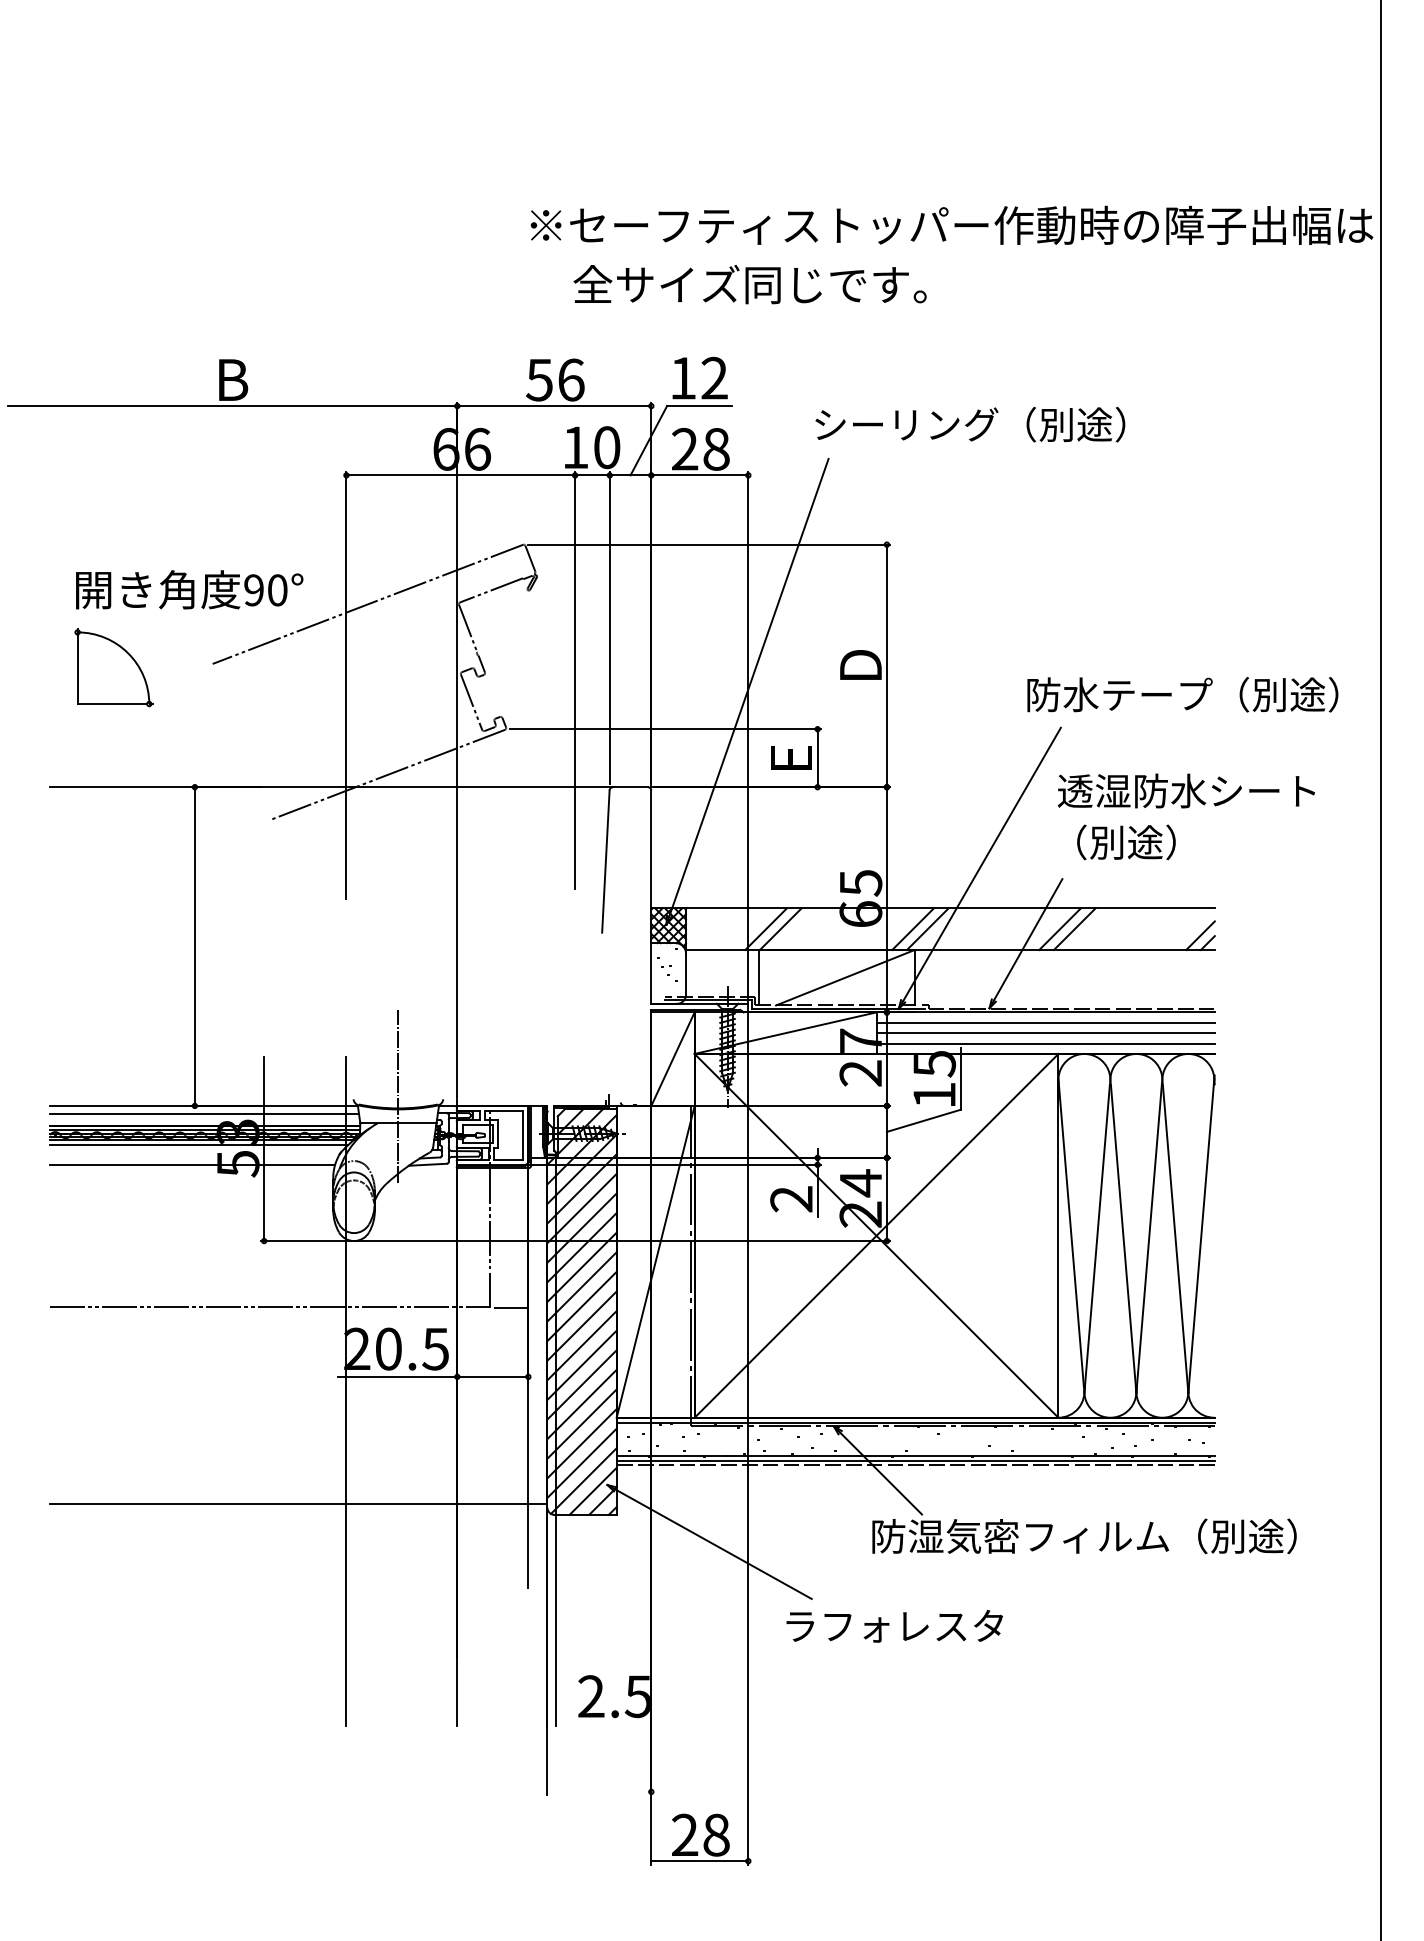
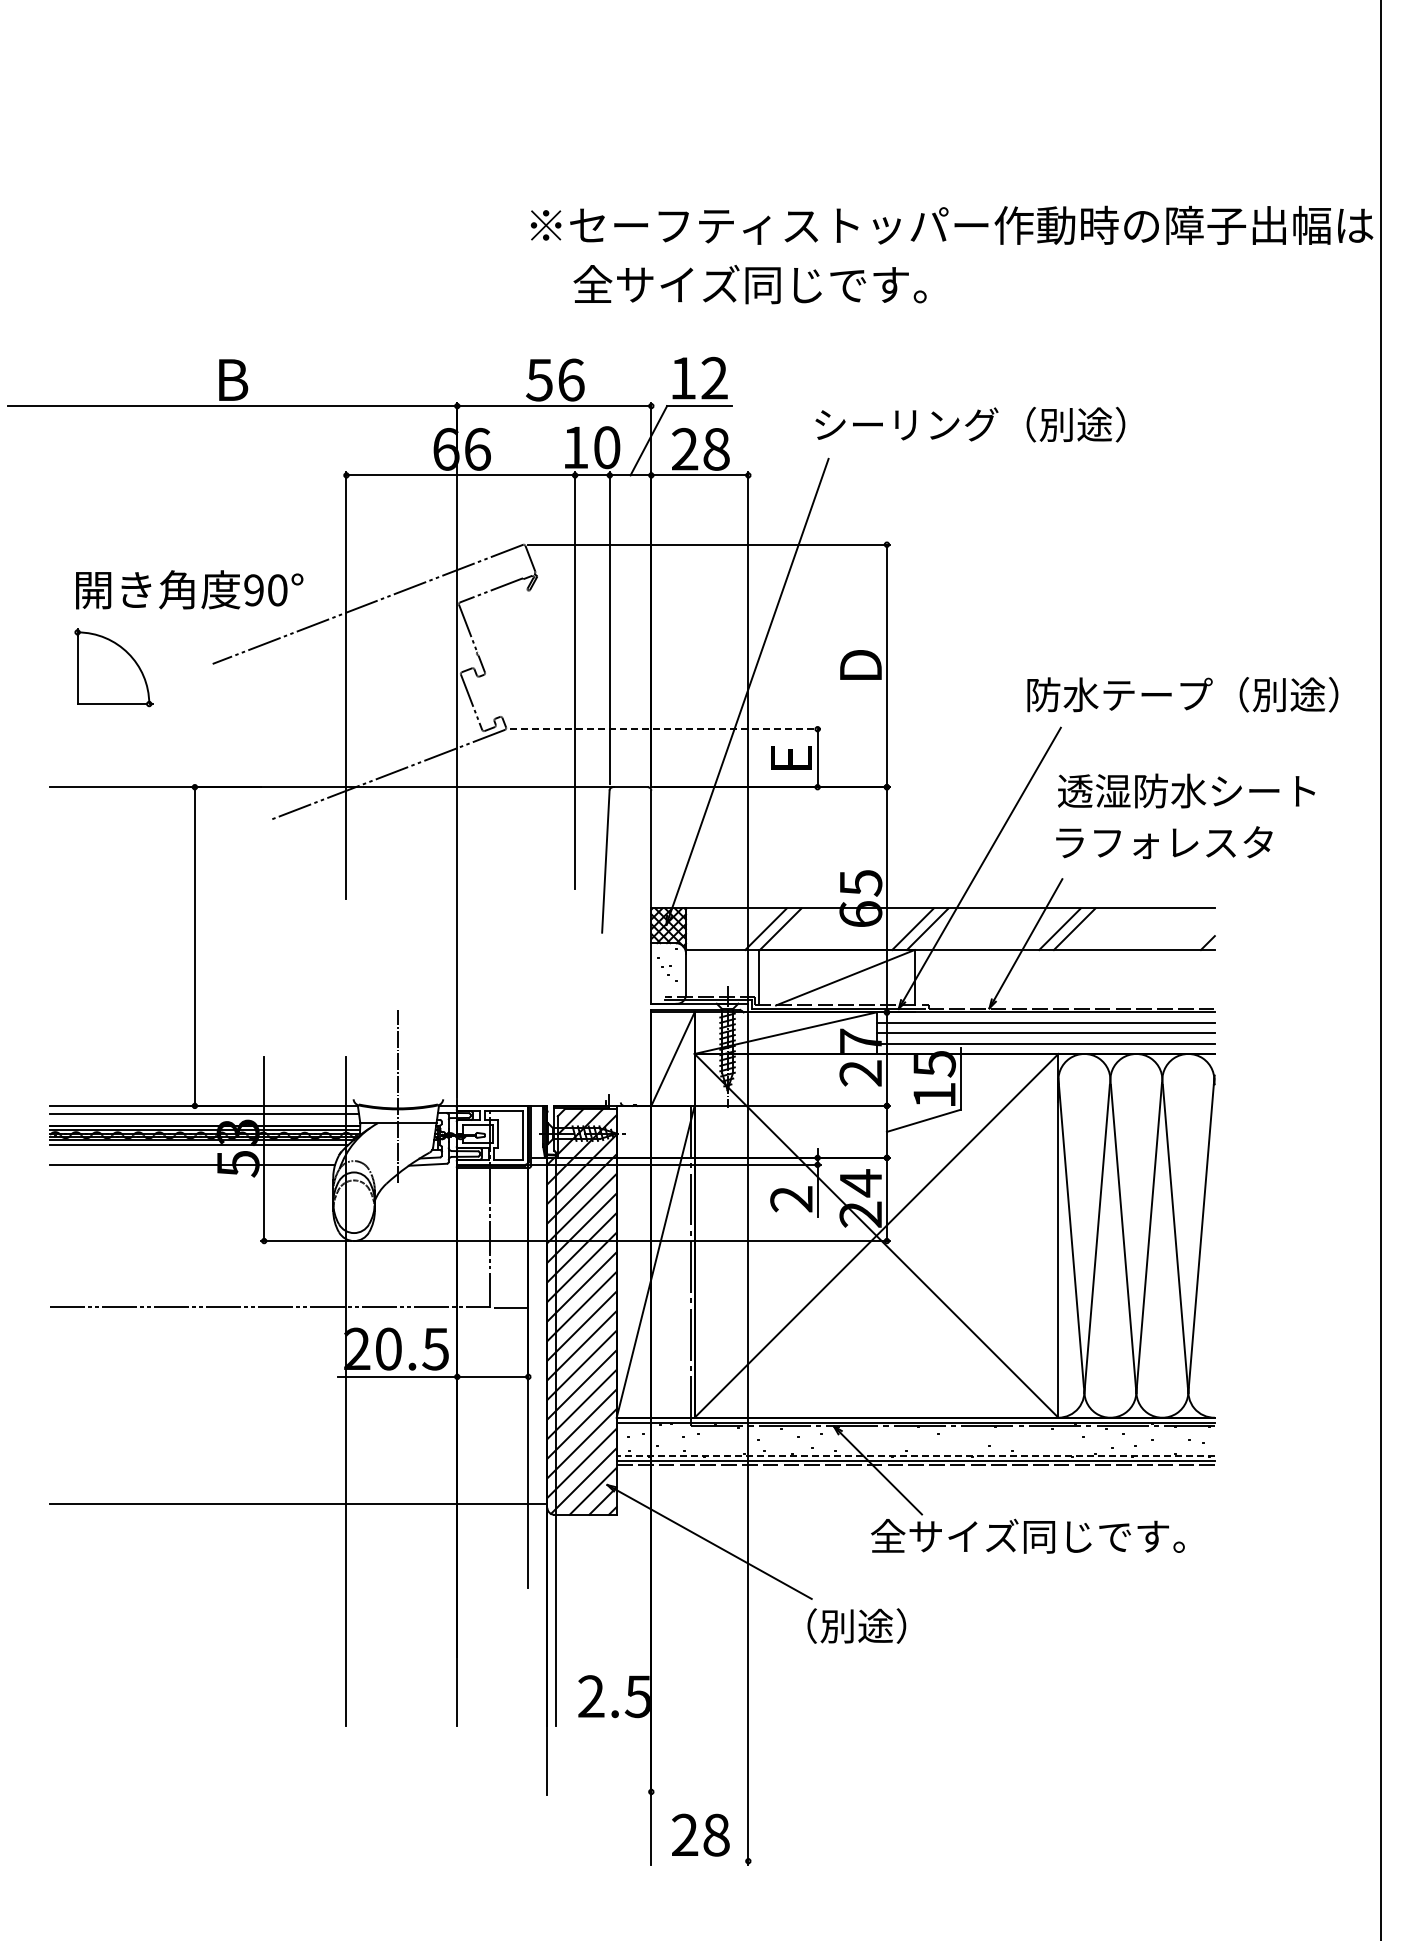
line at (666, 729): solid -> dashed
text at (1164, 842): （別途） -> ラフォレスタ
line at (1200, 935): present -> none
line at (915, 1455): solid -> dashed
text at (1083, 1536): 防湿気密フィルム（別途） -> 全サイズ同じです。
text at (894, 1625): ラフォレスタ -> （別途）
line at (699, 1861): present -> none
